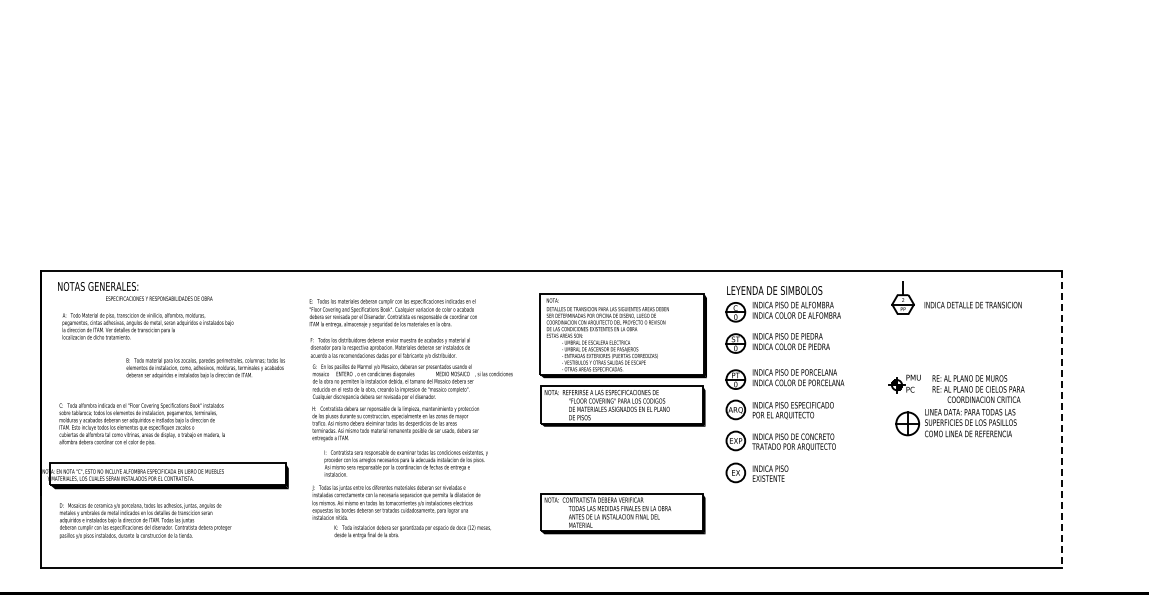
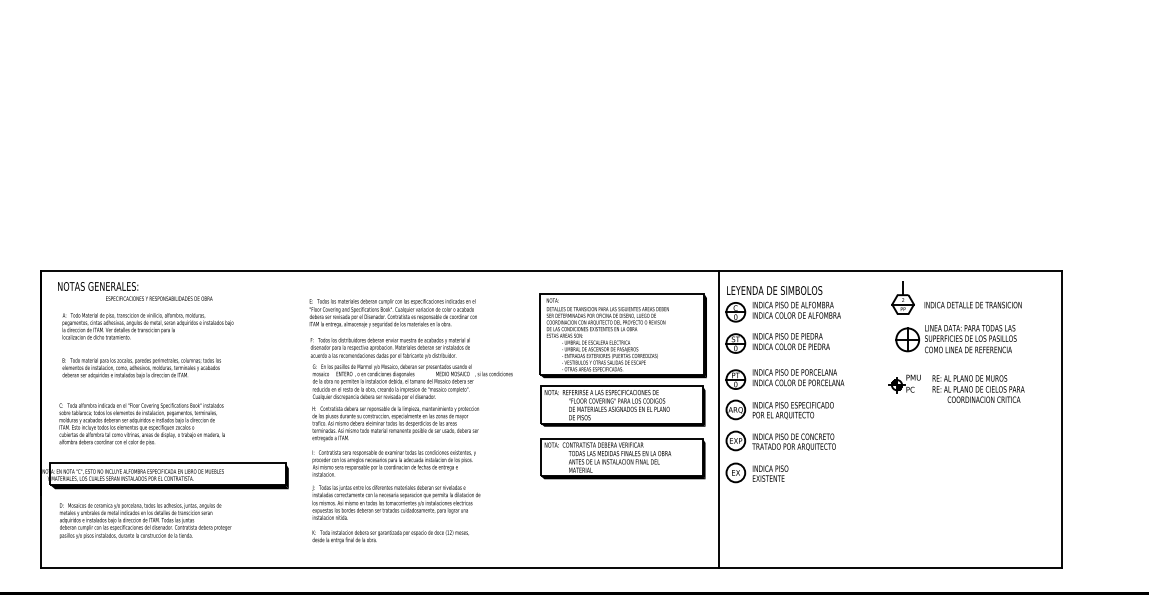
text at (205, 368) position: (205, 368) -> (141, 368)
line at (718, 419): none -> present
line at (1062, 420): dashed -> solid
part at (955, 423) position: (955, 423) -> (955, 339)
text at (405, 463) position: (405, 463) -> (393, 463)
part at (622, 513) position: (622, 513) -> (622, 458)
text at (412, 531) position: (412, 531) -> (390, 536)
